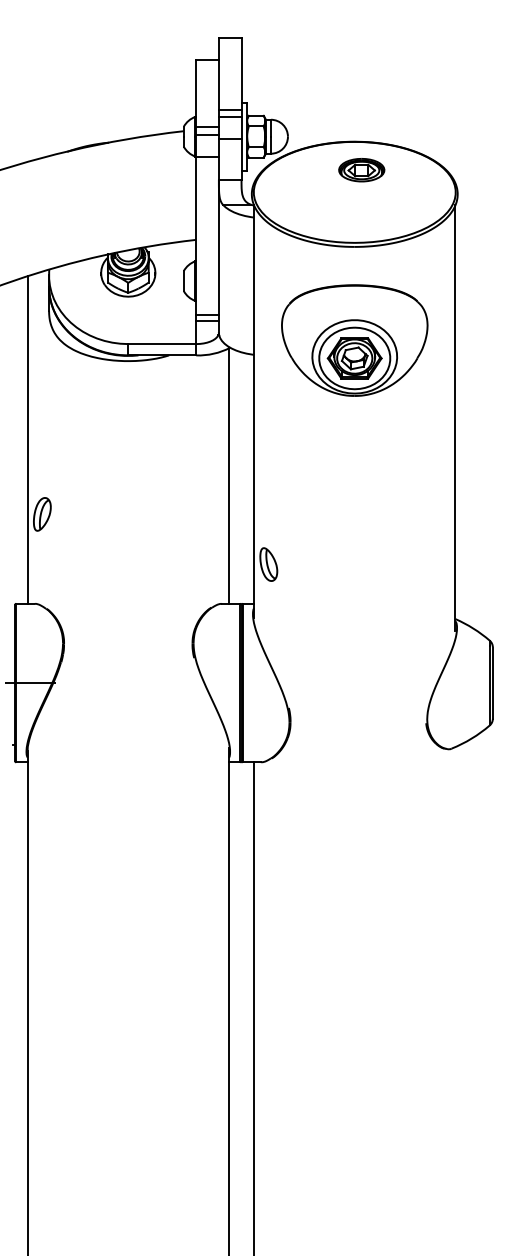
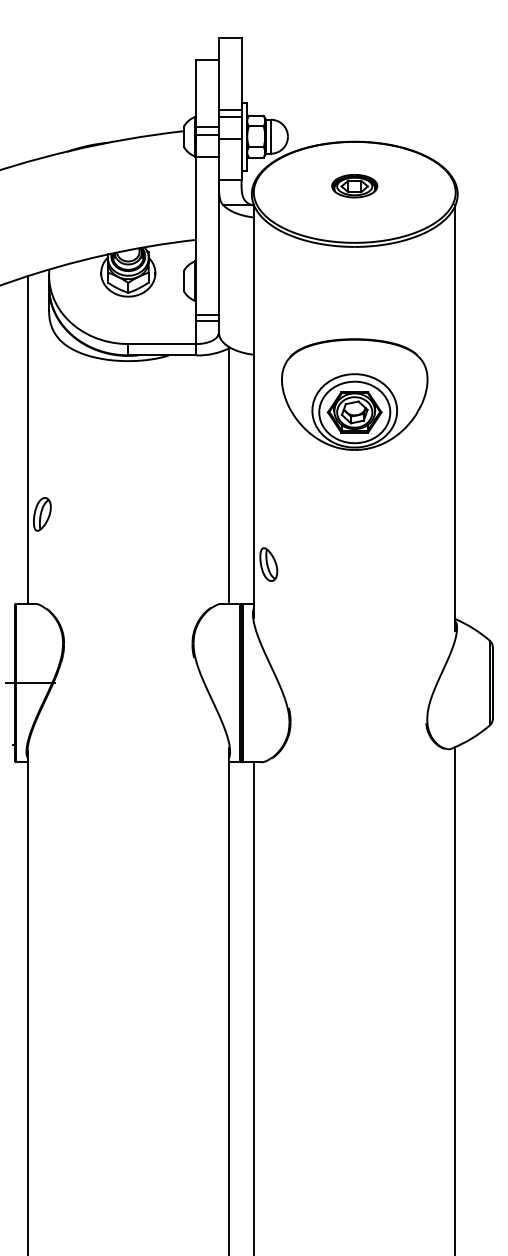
part at (361, 170) position: (361, 170) -> (354, 186)
part at (354, 340) position: (354, 340) -> (354, 394)
line at (455, 999): none -> present
